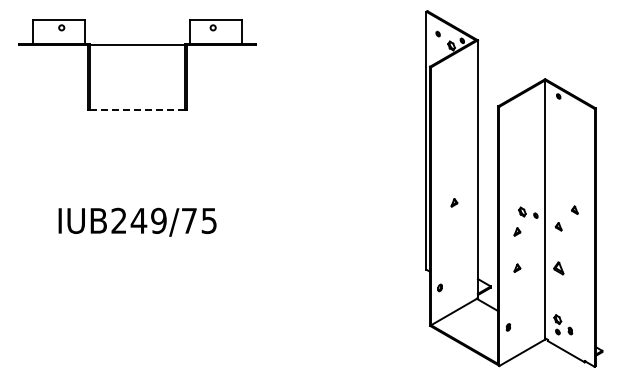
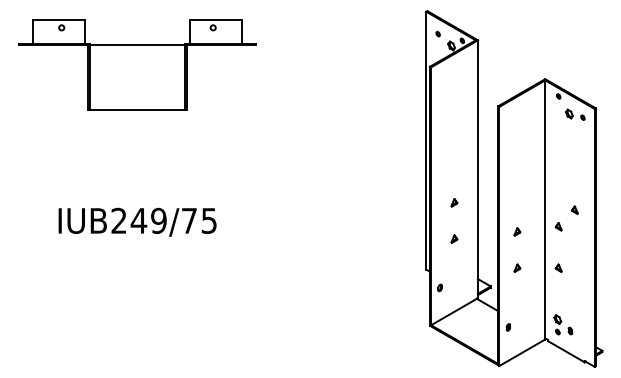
line at (137, 109): dashed -> solid
part at (528, 212) position: (528, 212) -> (575, 114)
part at (454, 238): none -> present
part at (558, 268) size: 12x15 px -> 9x10 px
